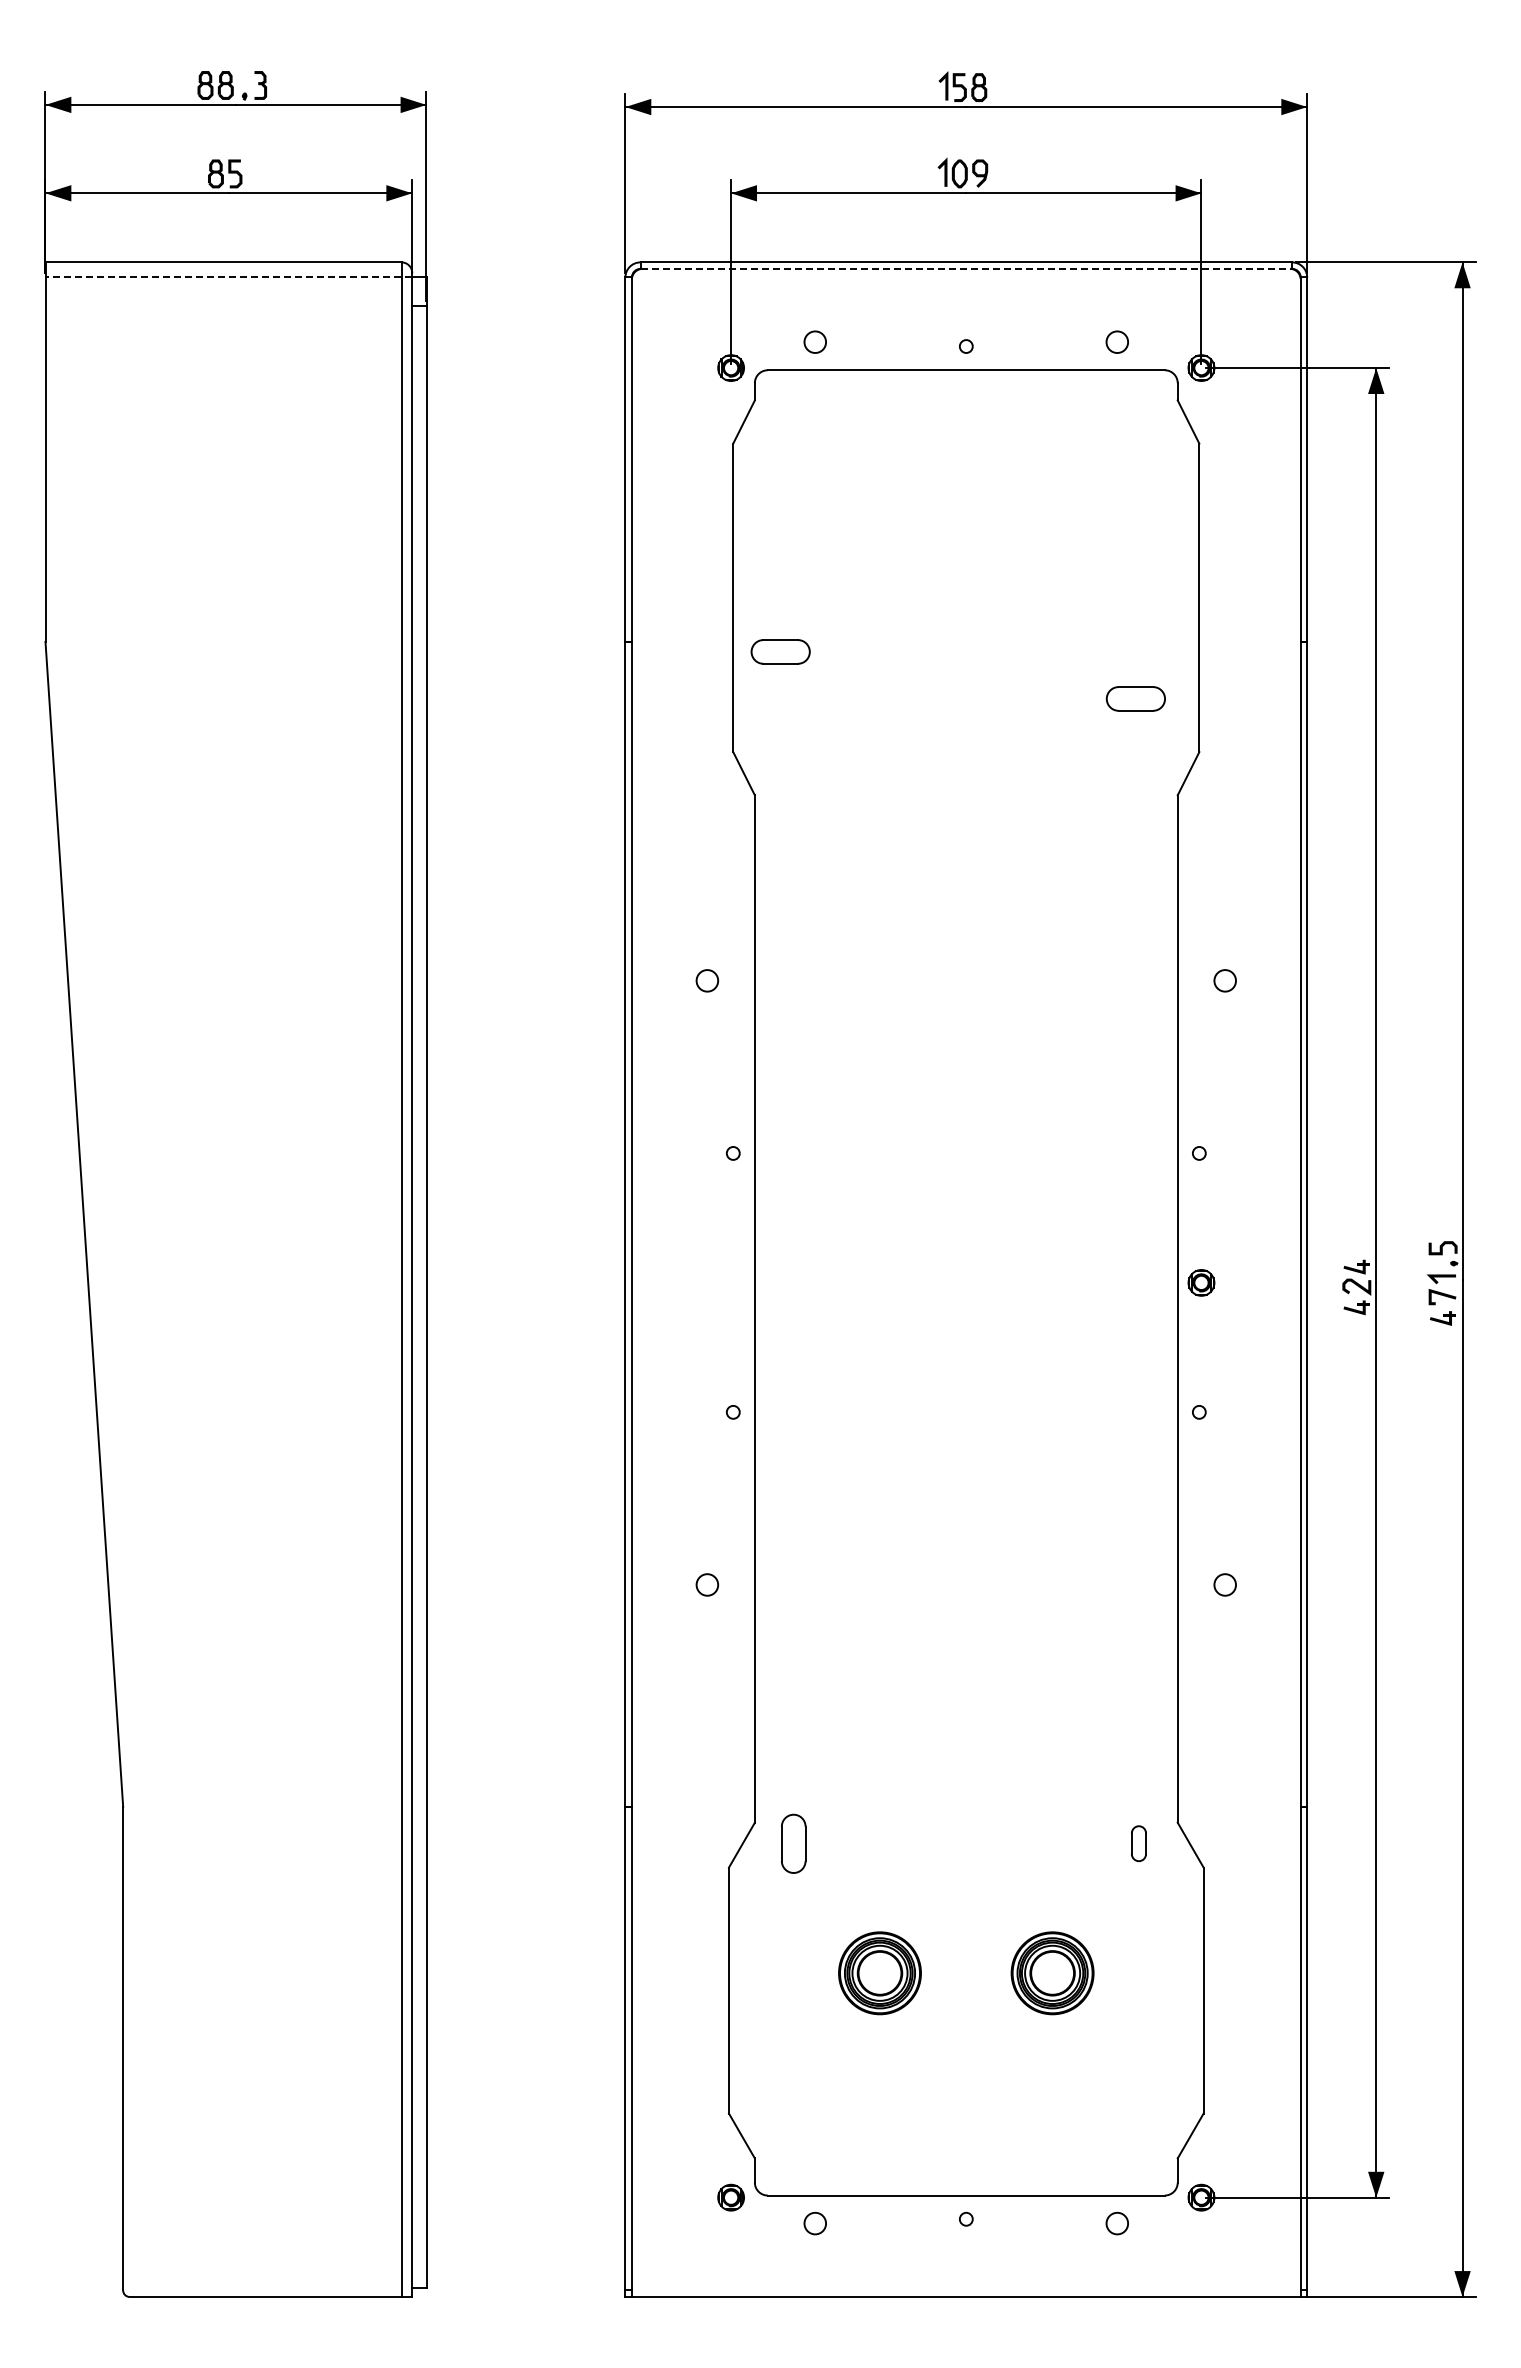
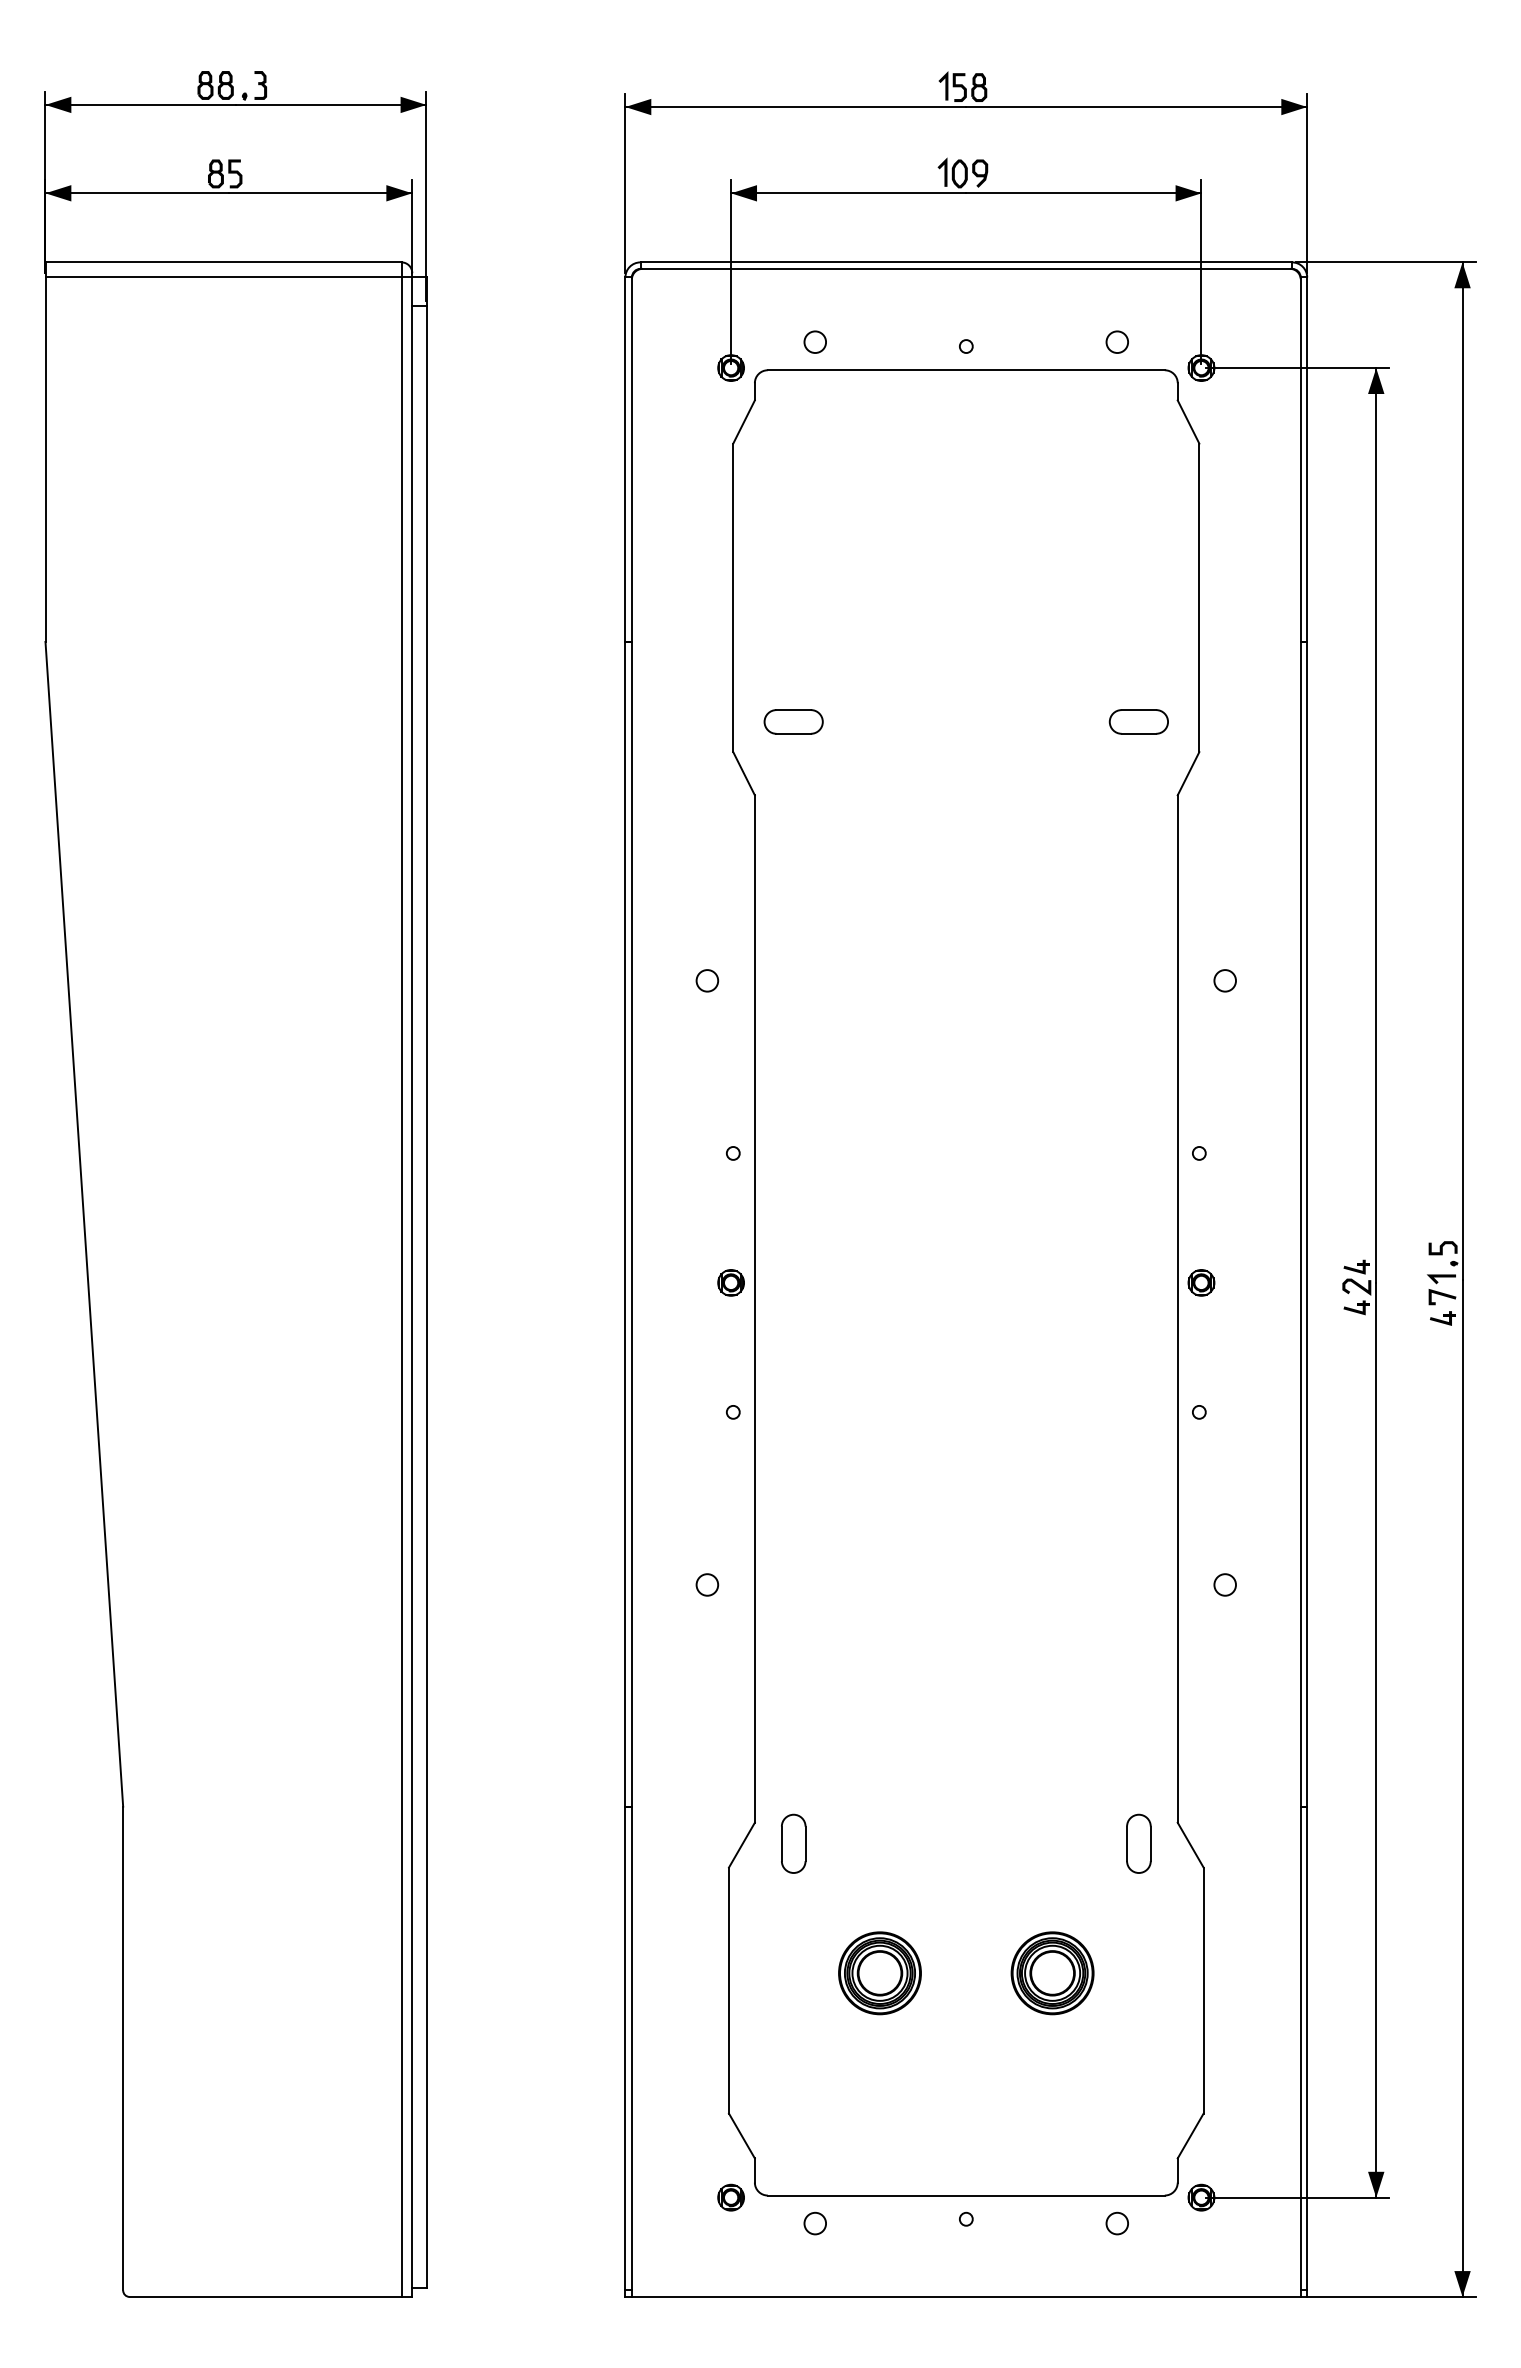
line at (966, 268): dashed -> solid
line at (228, 277): dashed -> solid
part at (780, 651) position: (780, 651) -> (793, 721)
part at (1135, 698) position: (1135, 698) -> (1138, 721)
part at (730, 1282): none -> present
part at (1138, 1843) size: 16x38 px -> 26x61 px
